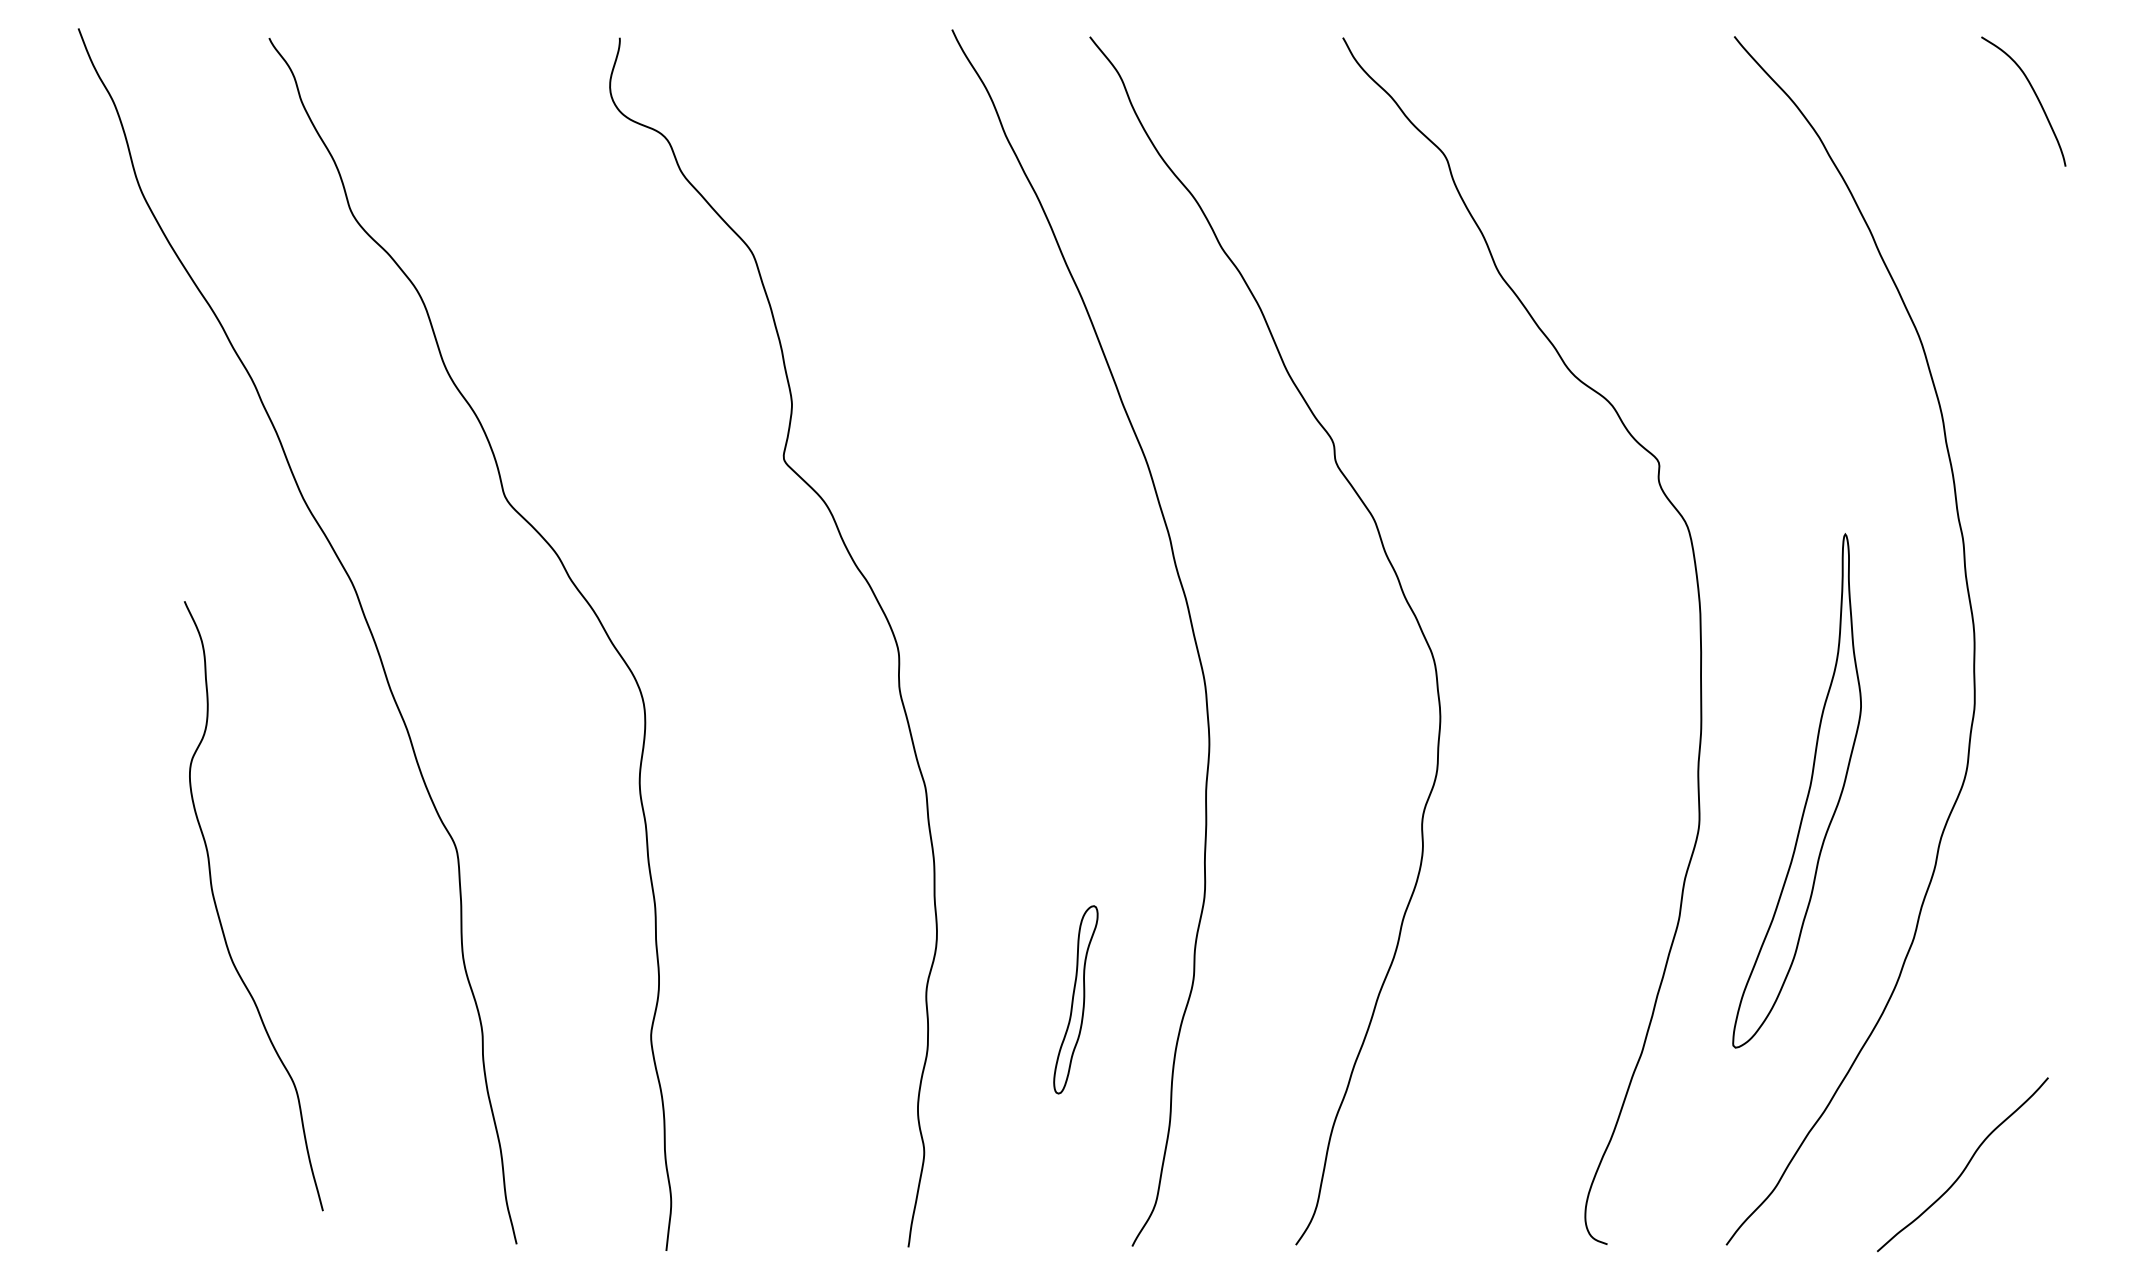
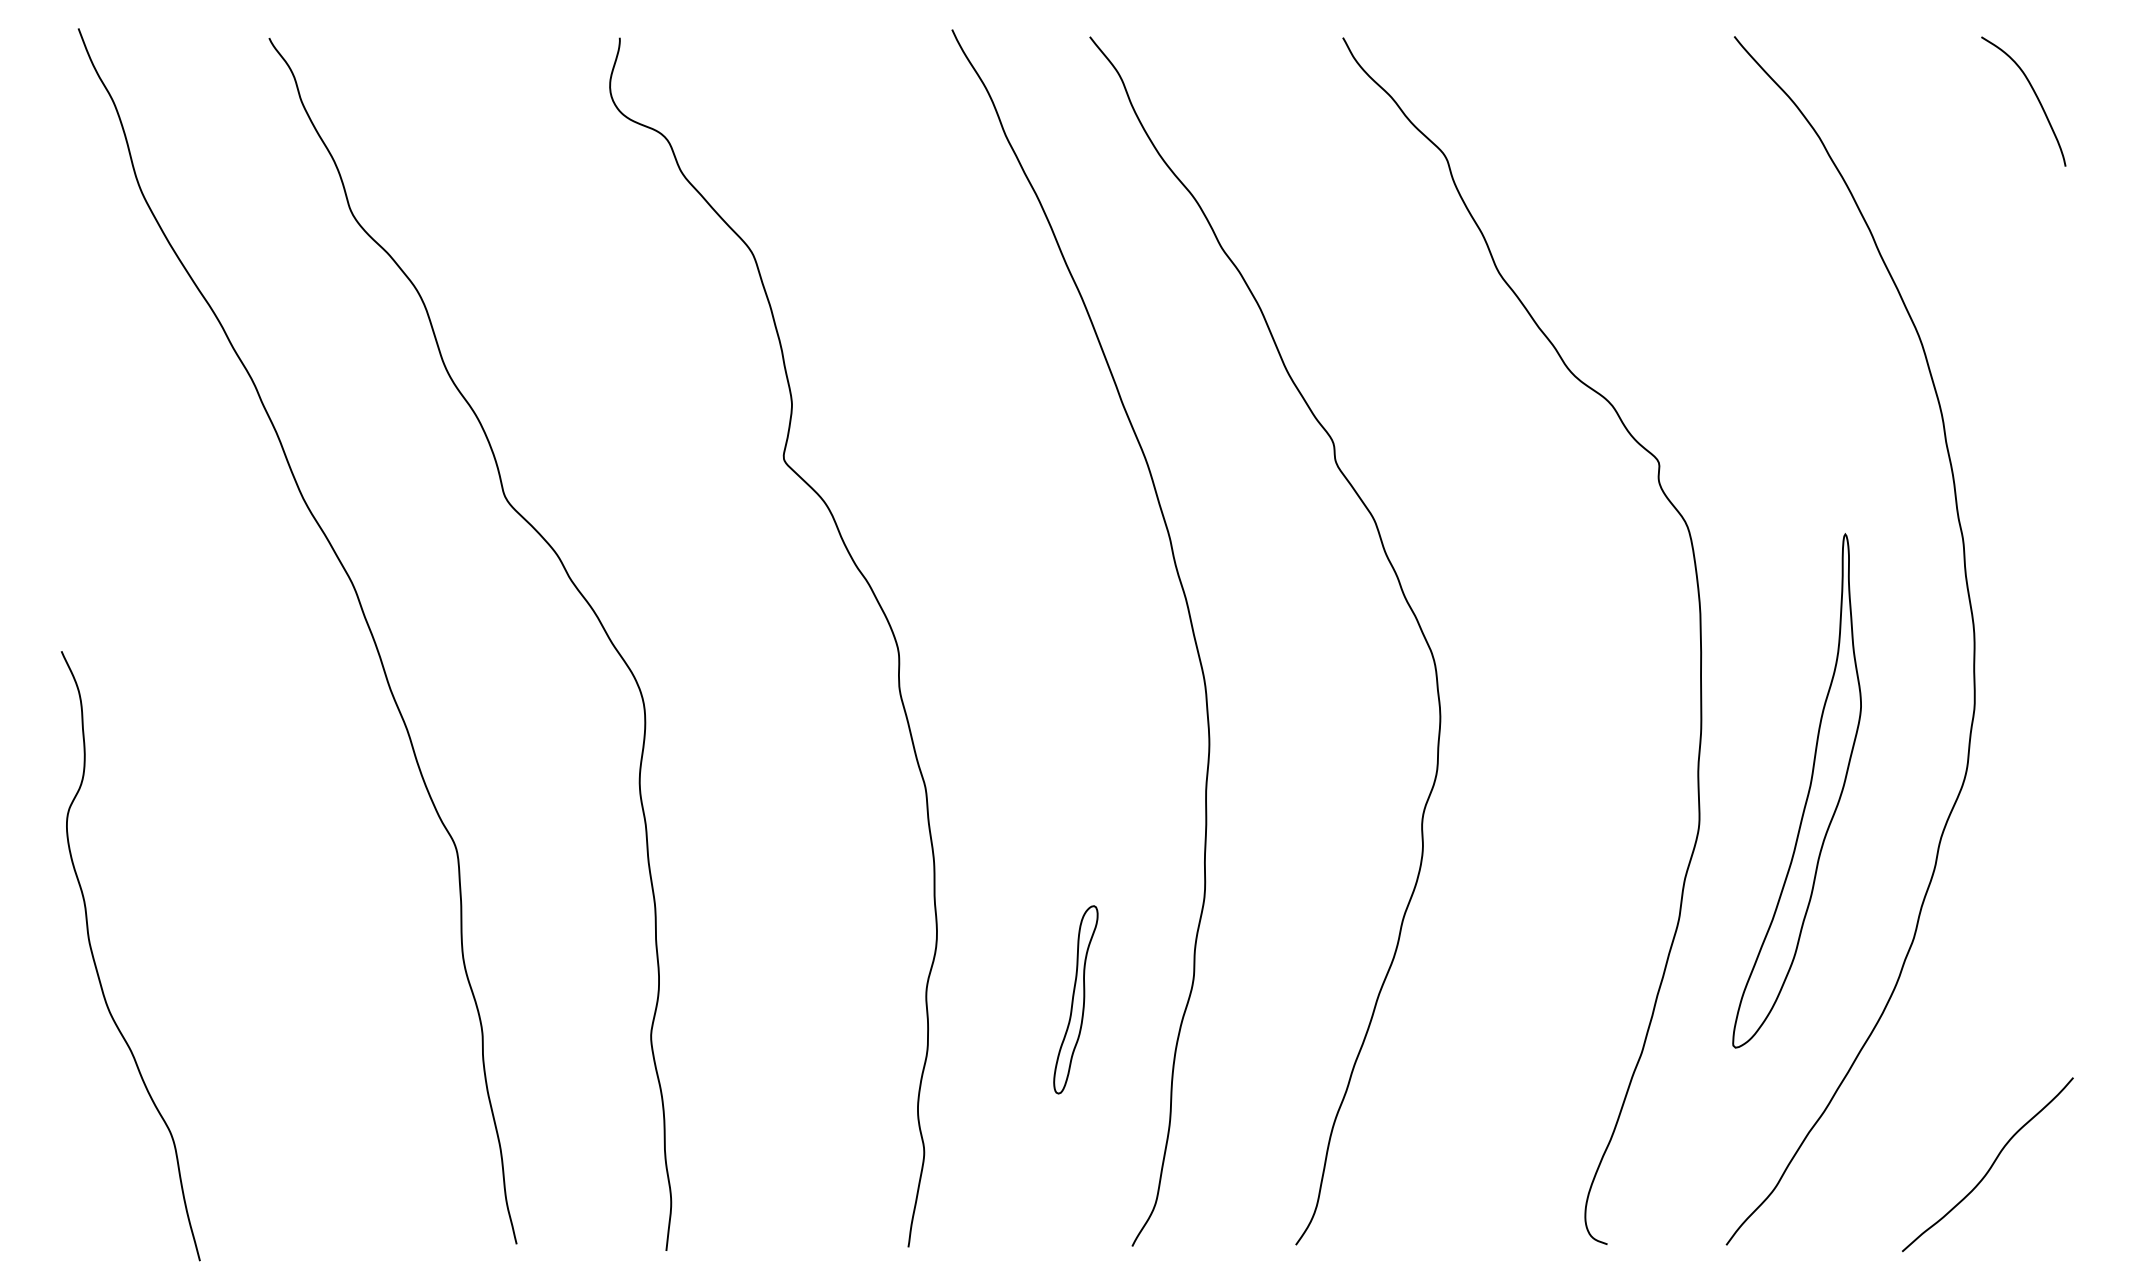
curve at (219, 914) position: (219, 914) -> (96, 964)
curve at (1965, 1166) position: (1965, 1166) -> (1990, 1166)
